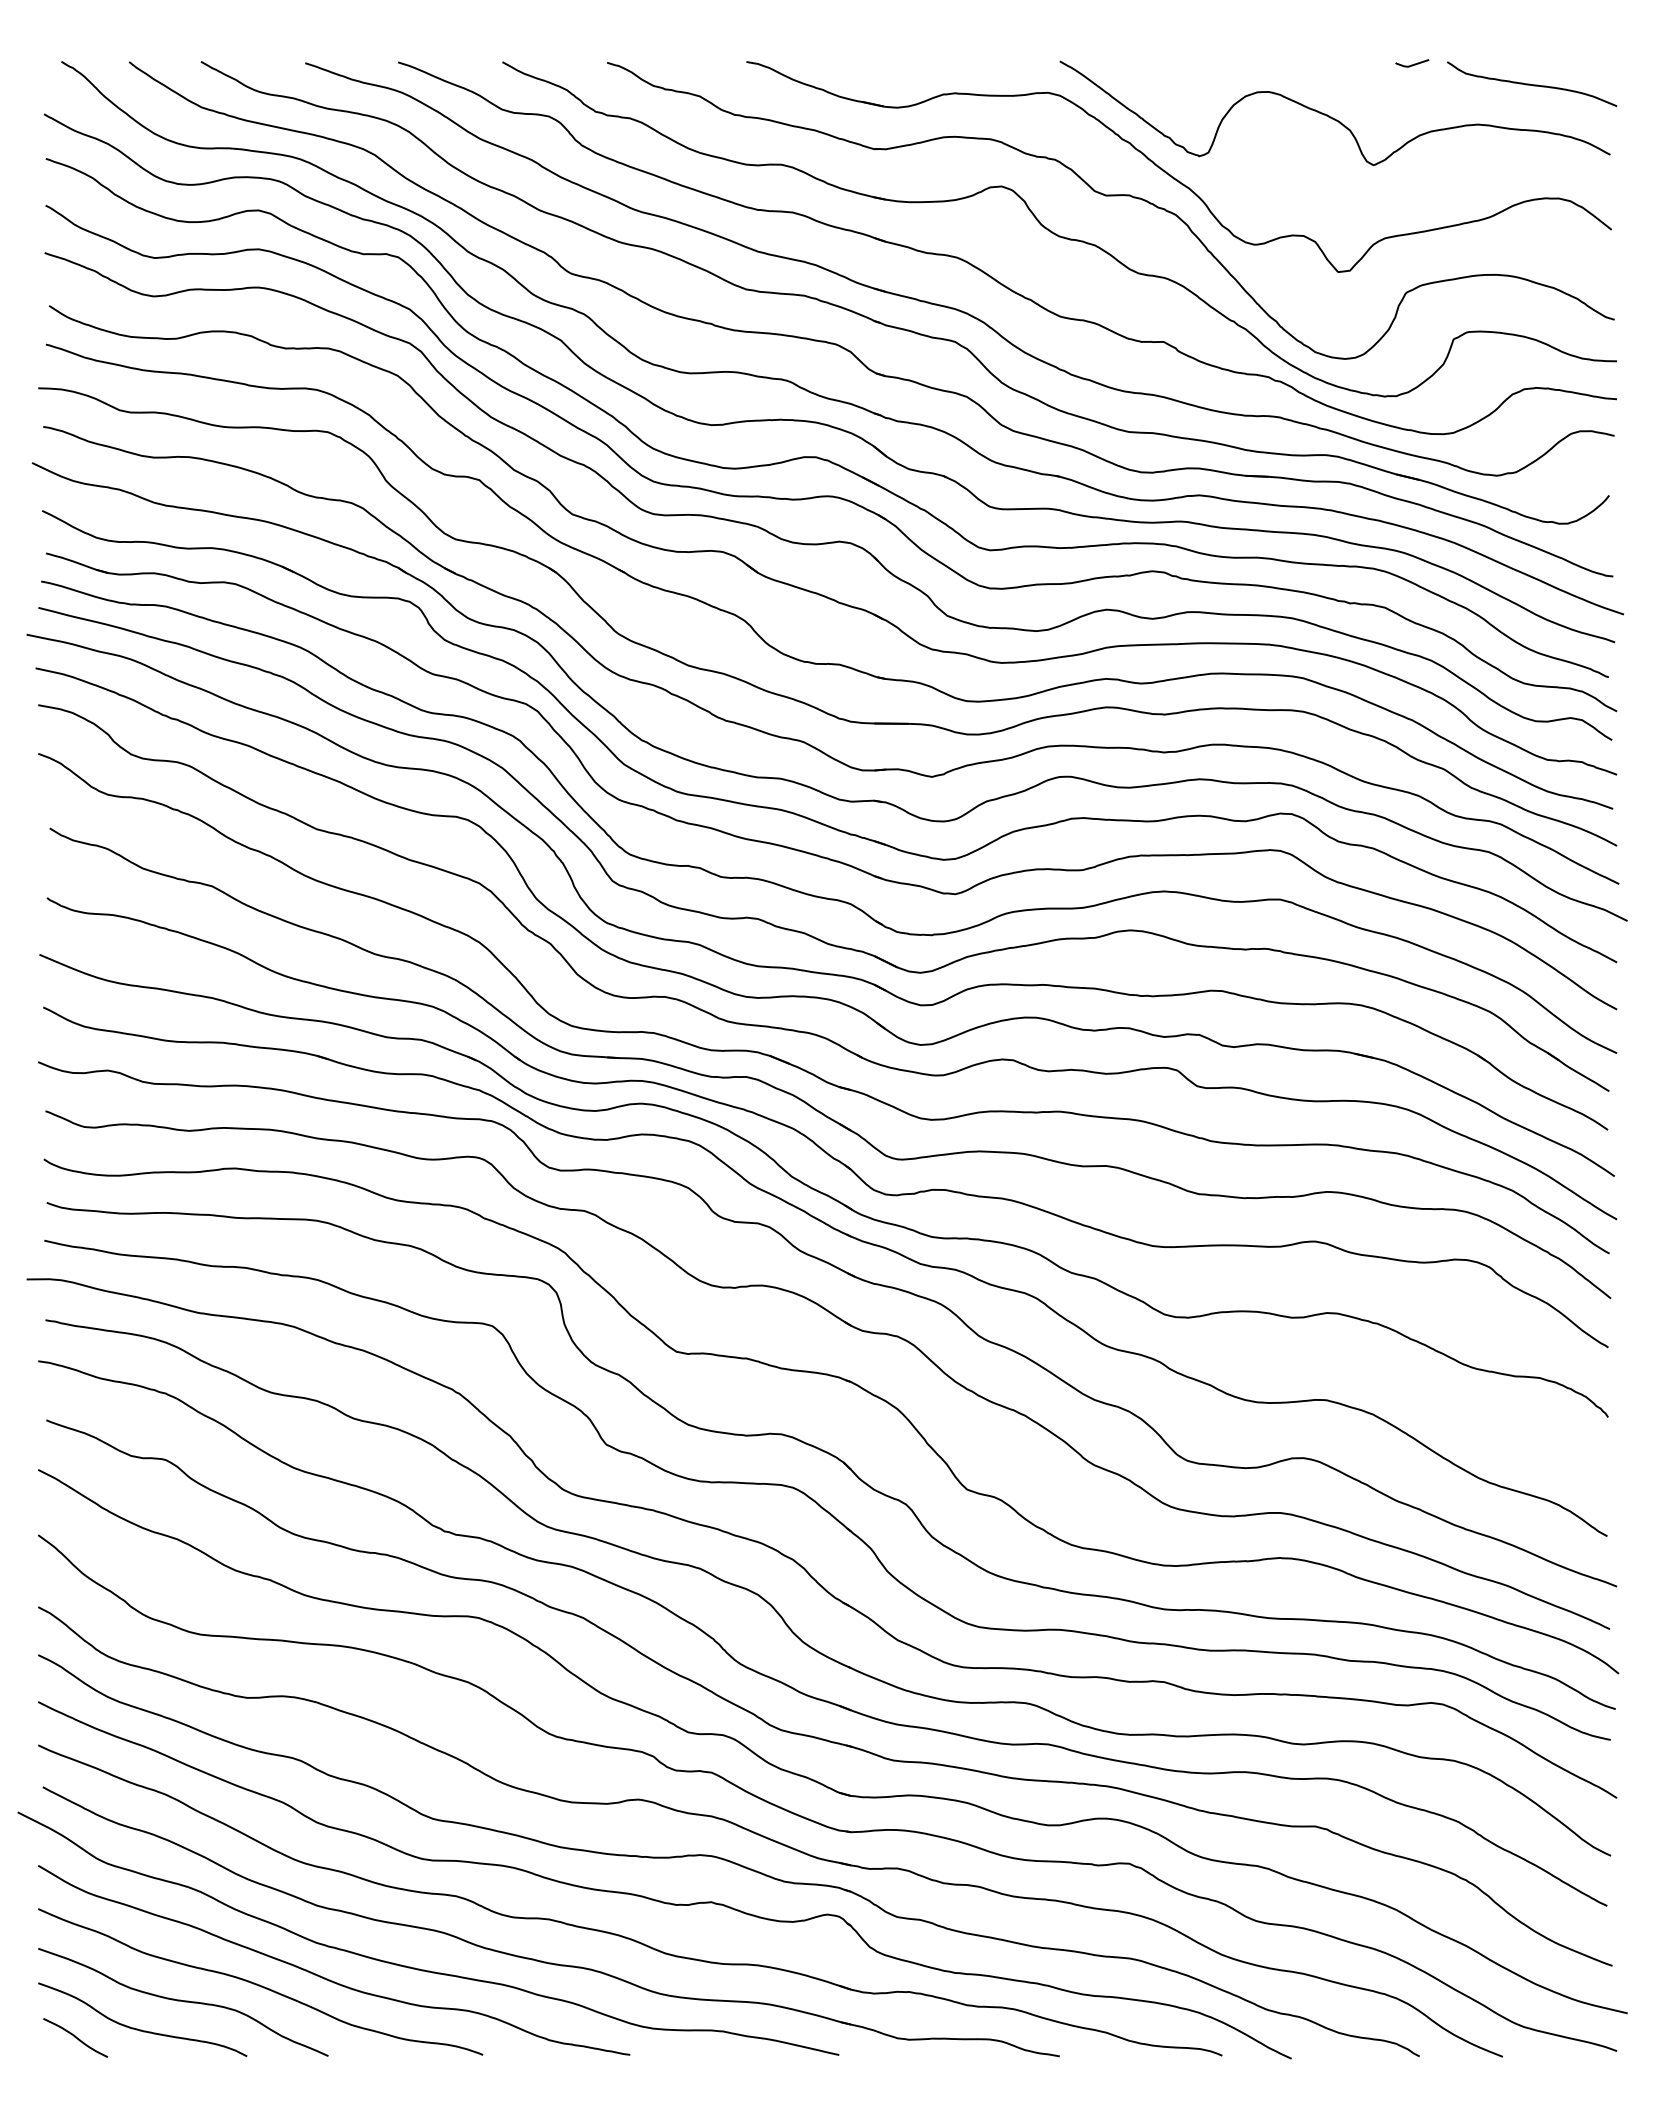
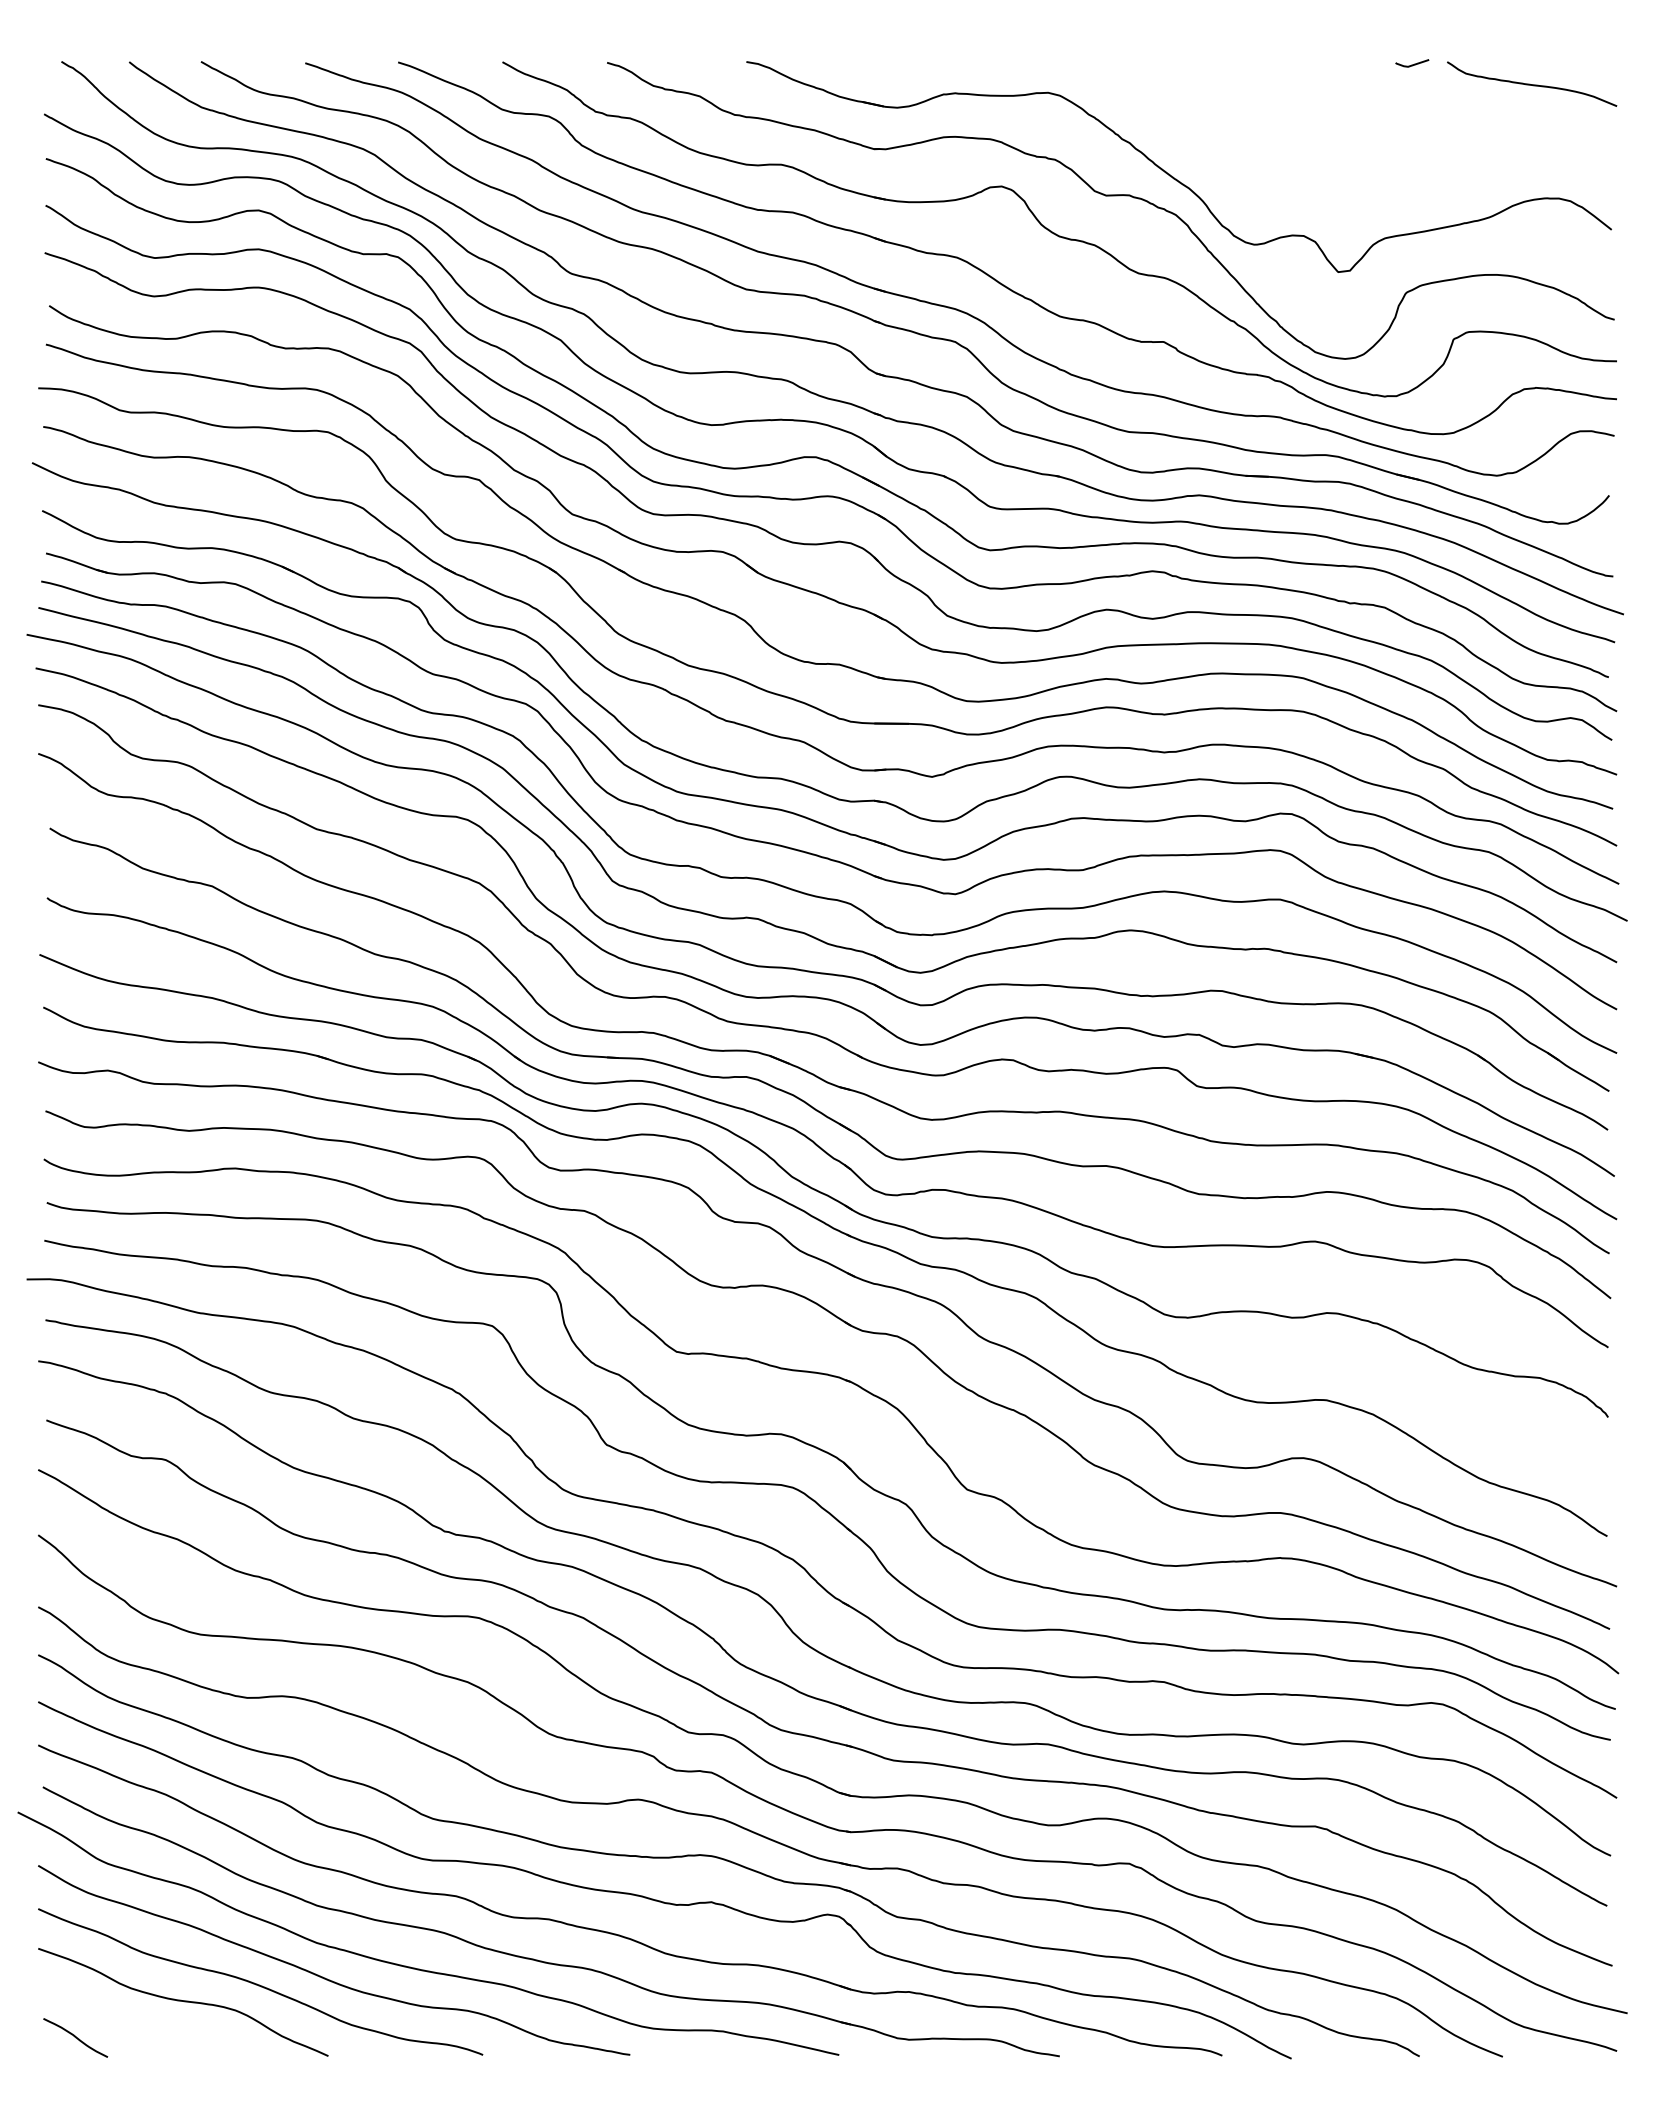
curve at (1331, 116): present -> none
curve at (141, 2029): present -> none
